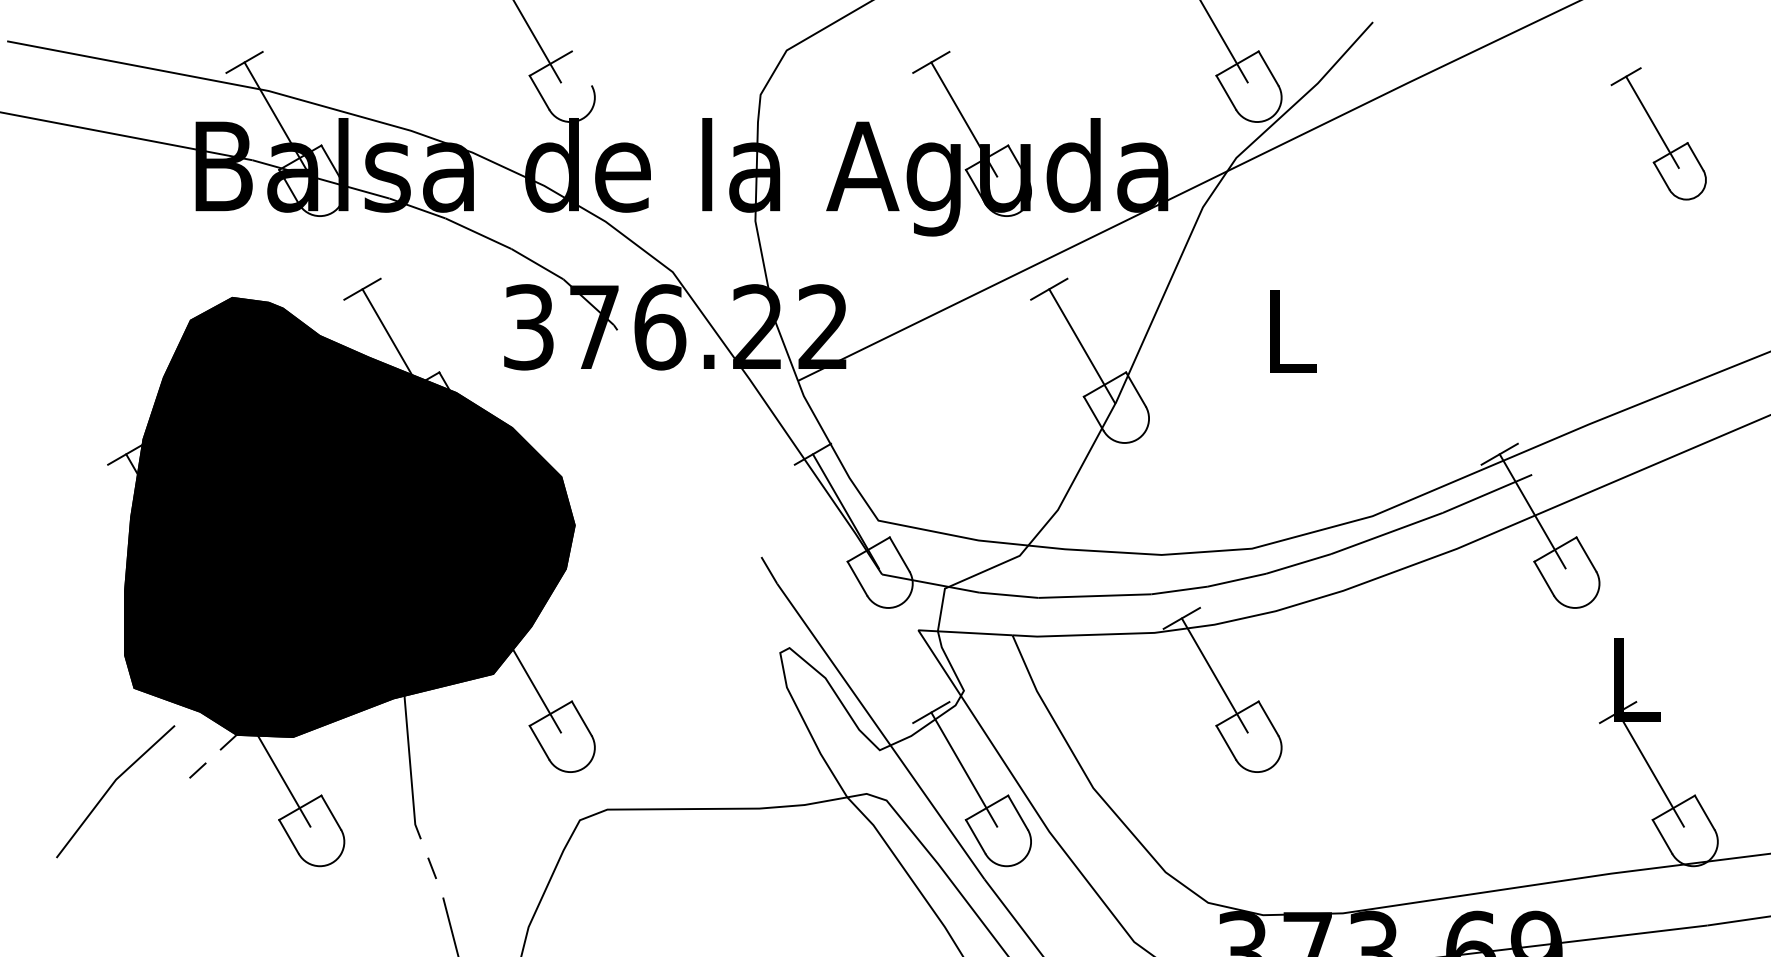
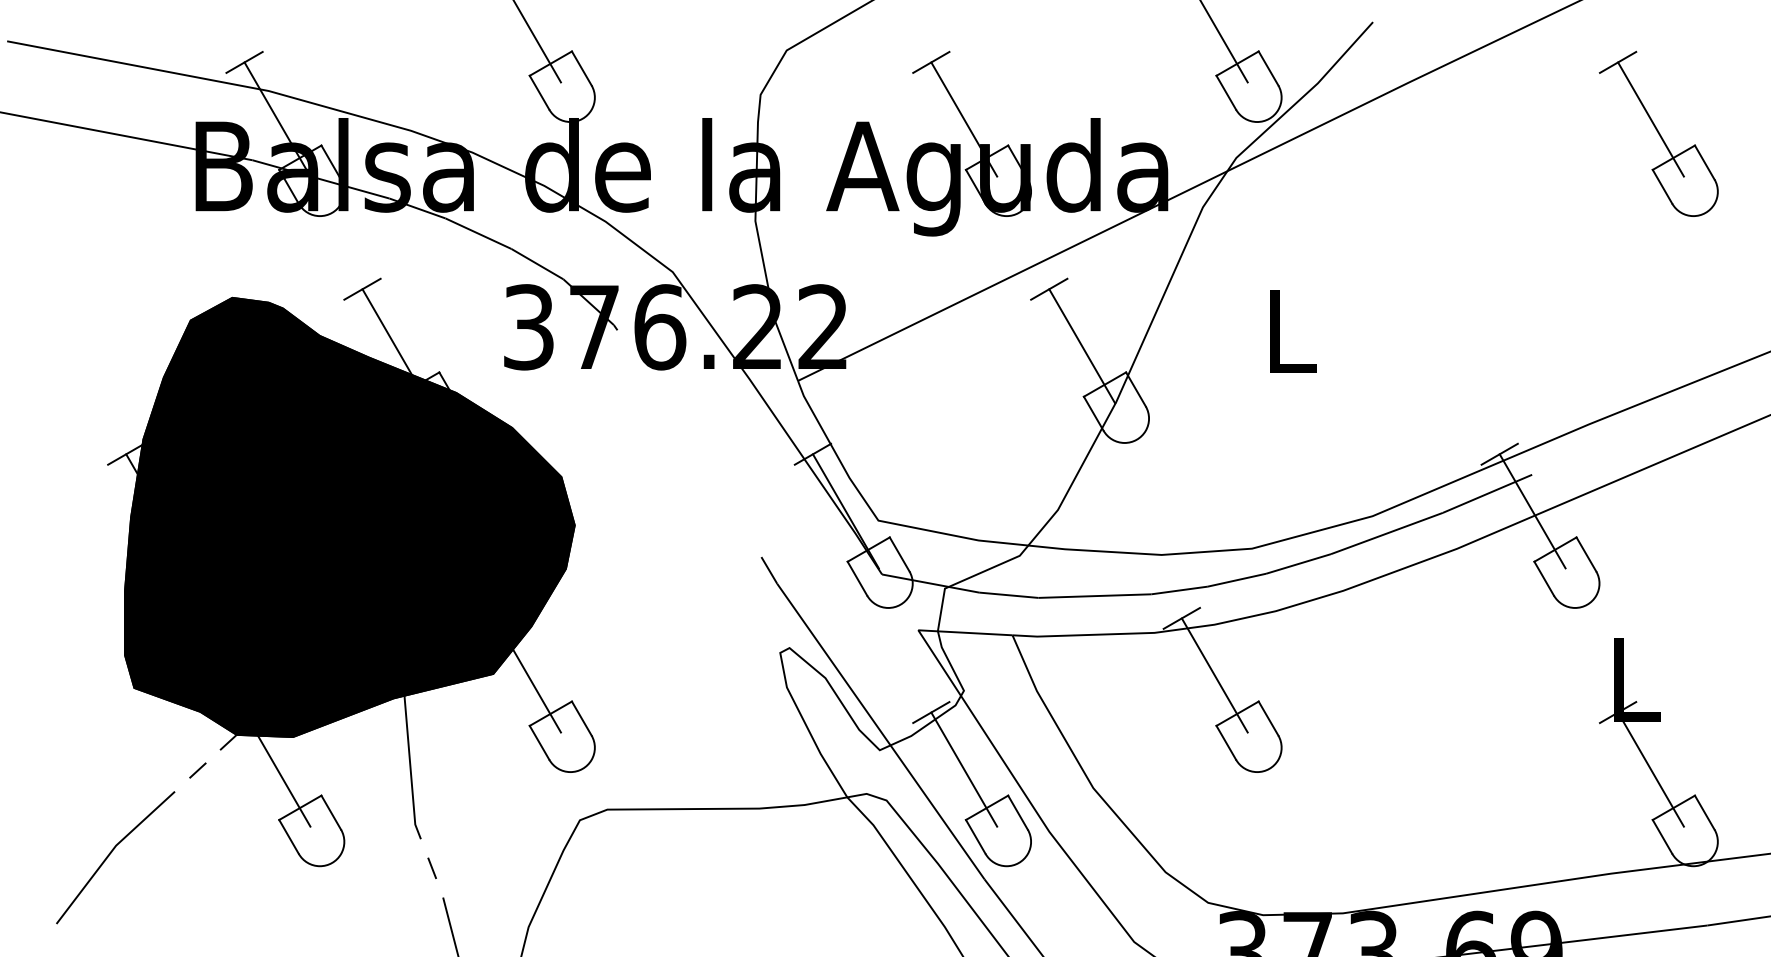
line at (581, 68): none -> present
part at (1658, 133) size: 97x134 px -> 121x167 px
line at (111, 787) position: (111, 787) -> (111, 853)
